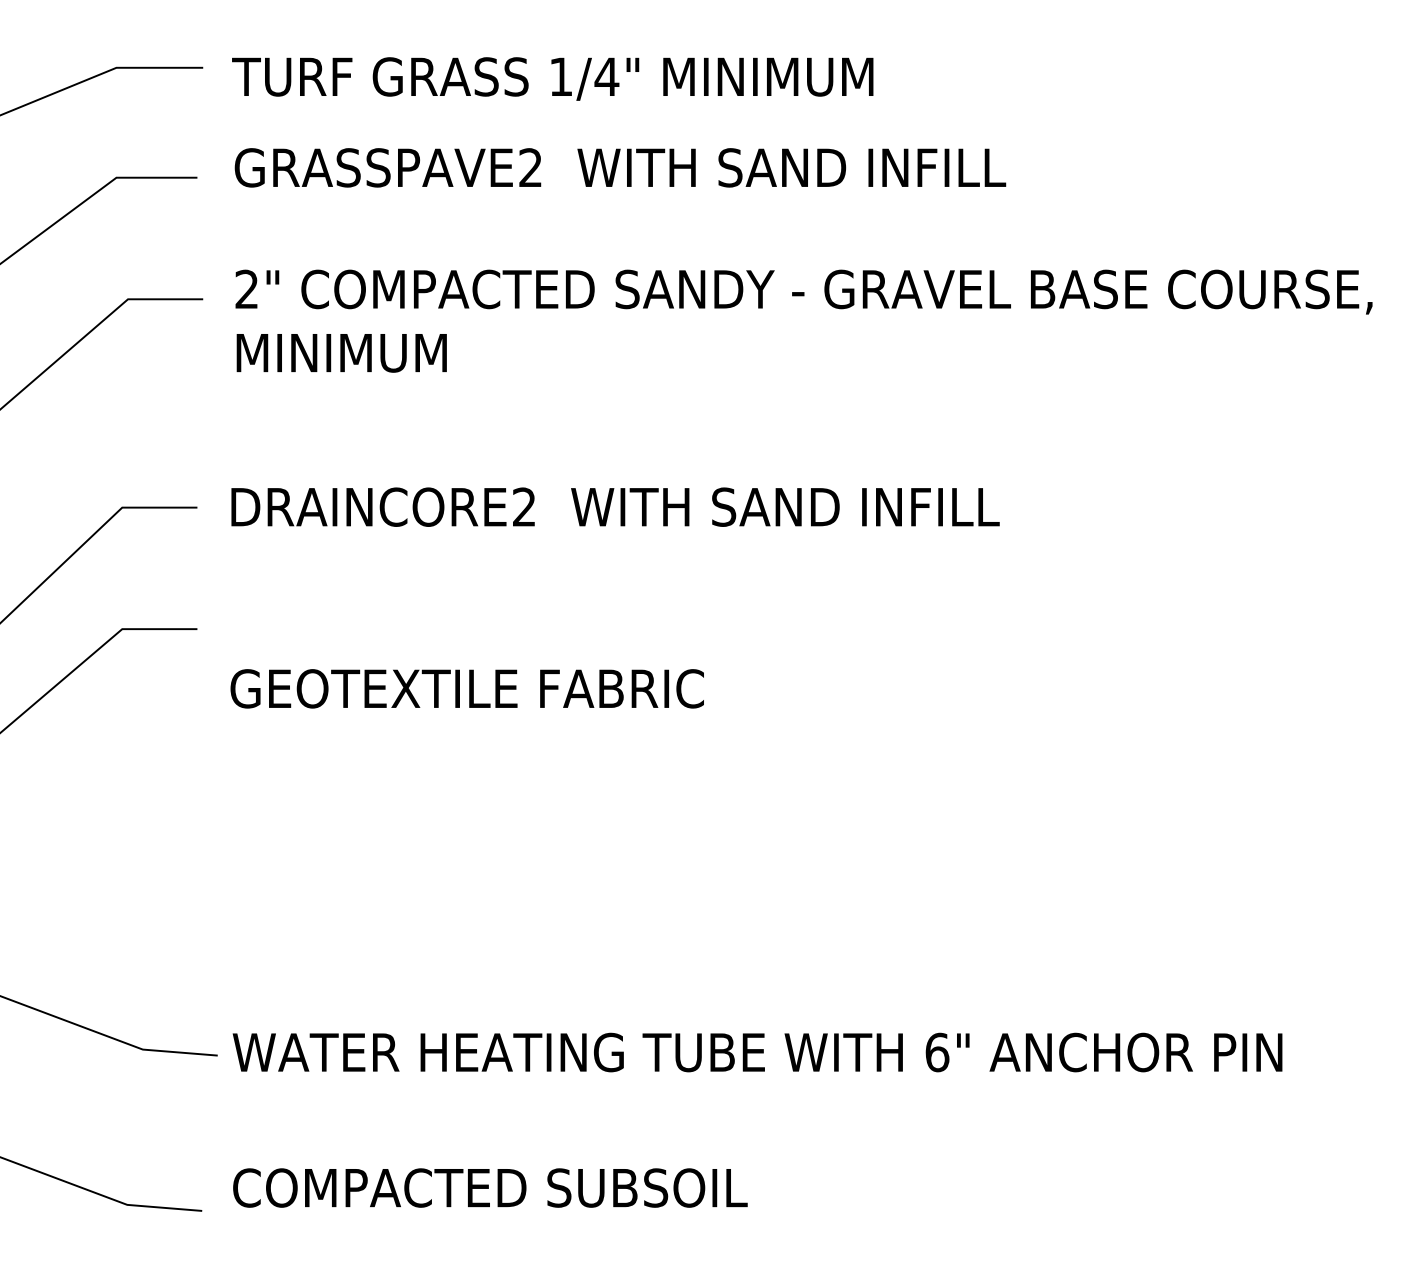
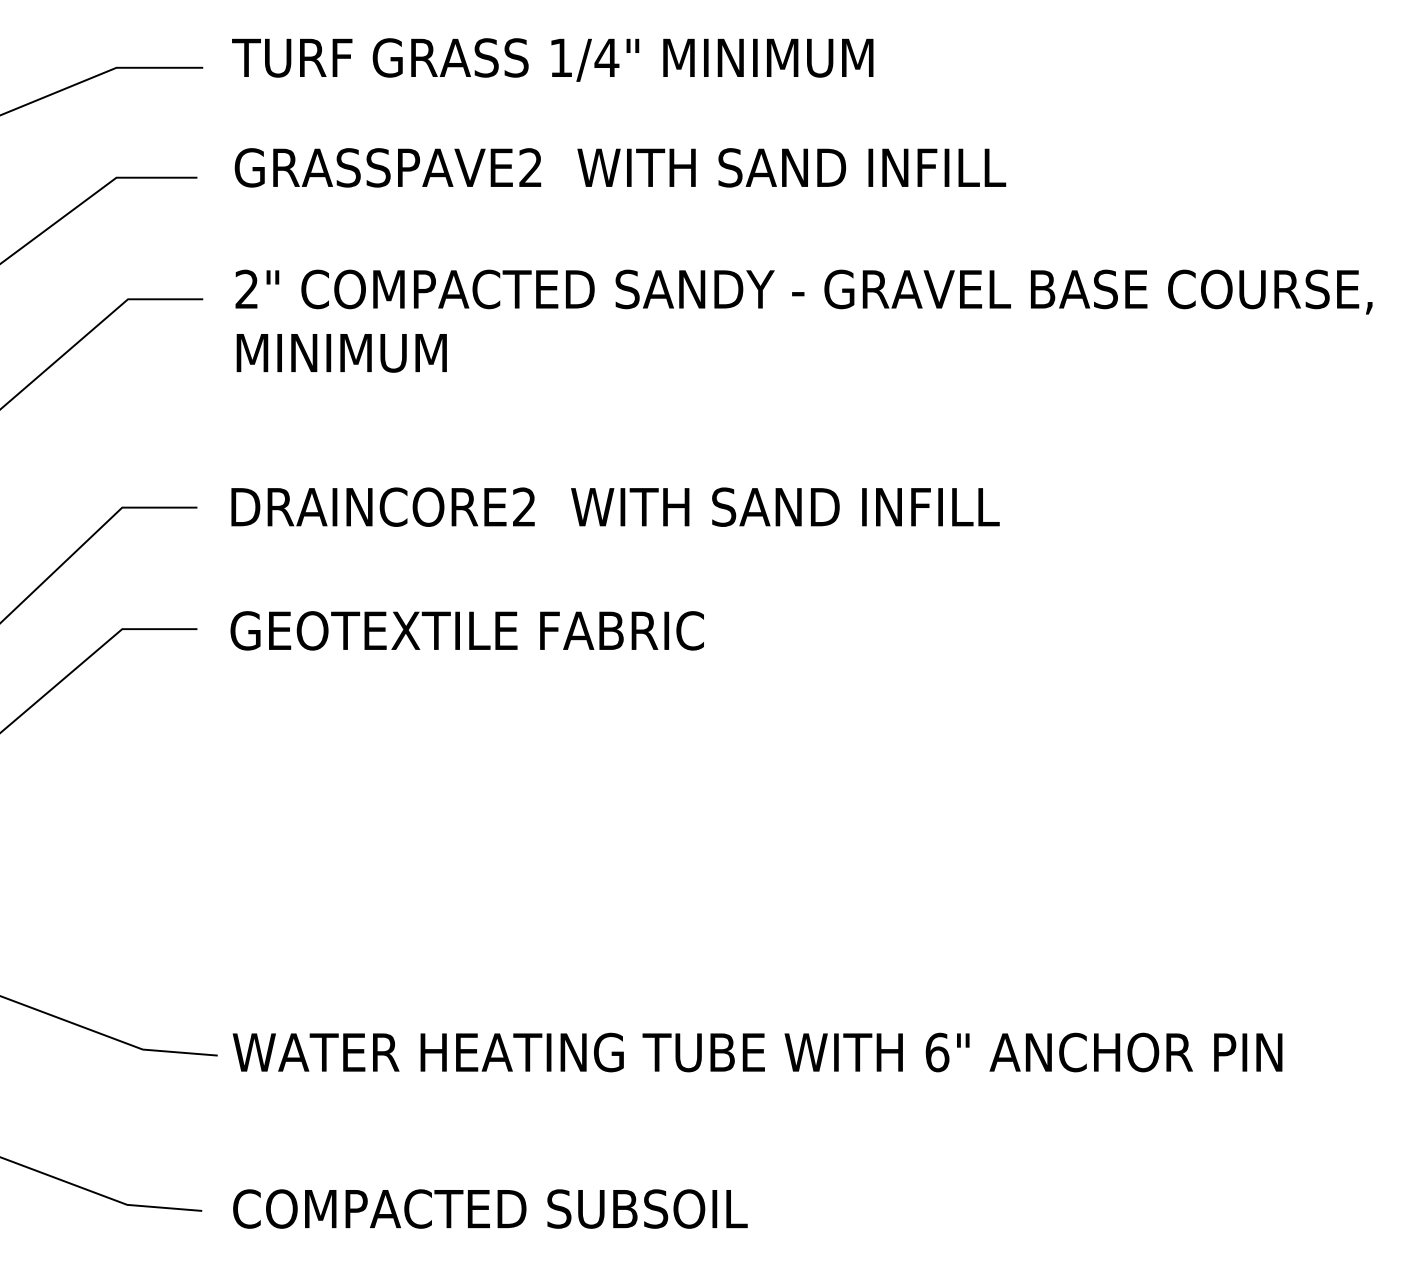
text at (552, 78) position: (552, 78) -> (552, 59)
text at (466, 688) position: (466, 688) -> (466, 630)
text at (490, 1187) position: (490, 1187) -> (490, 1208)
